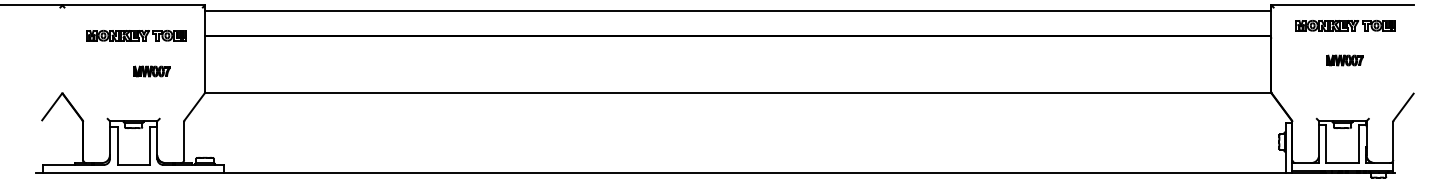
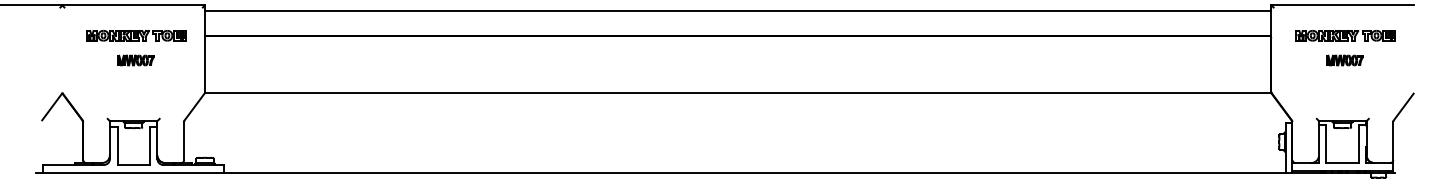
part at (1345, 25) position: (1345, 25) -> (1345, 35)
part at (151, 71) position: (151, 71) -> (135, 60)
